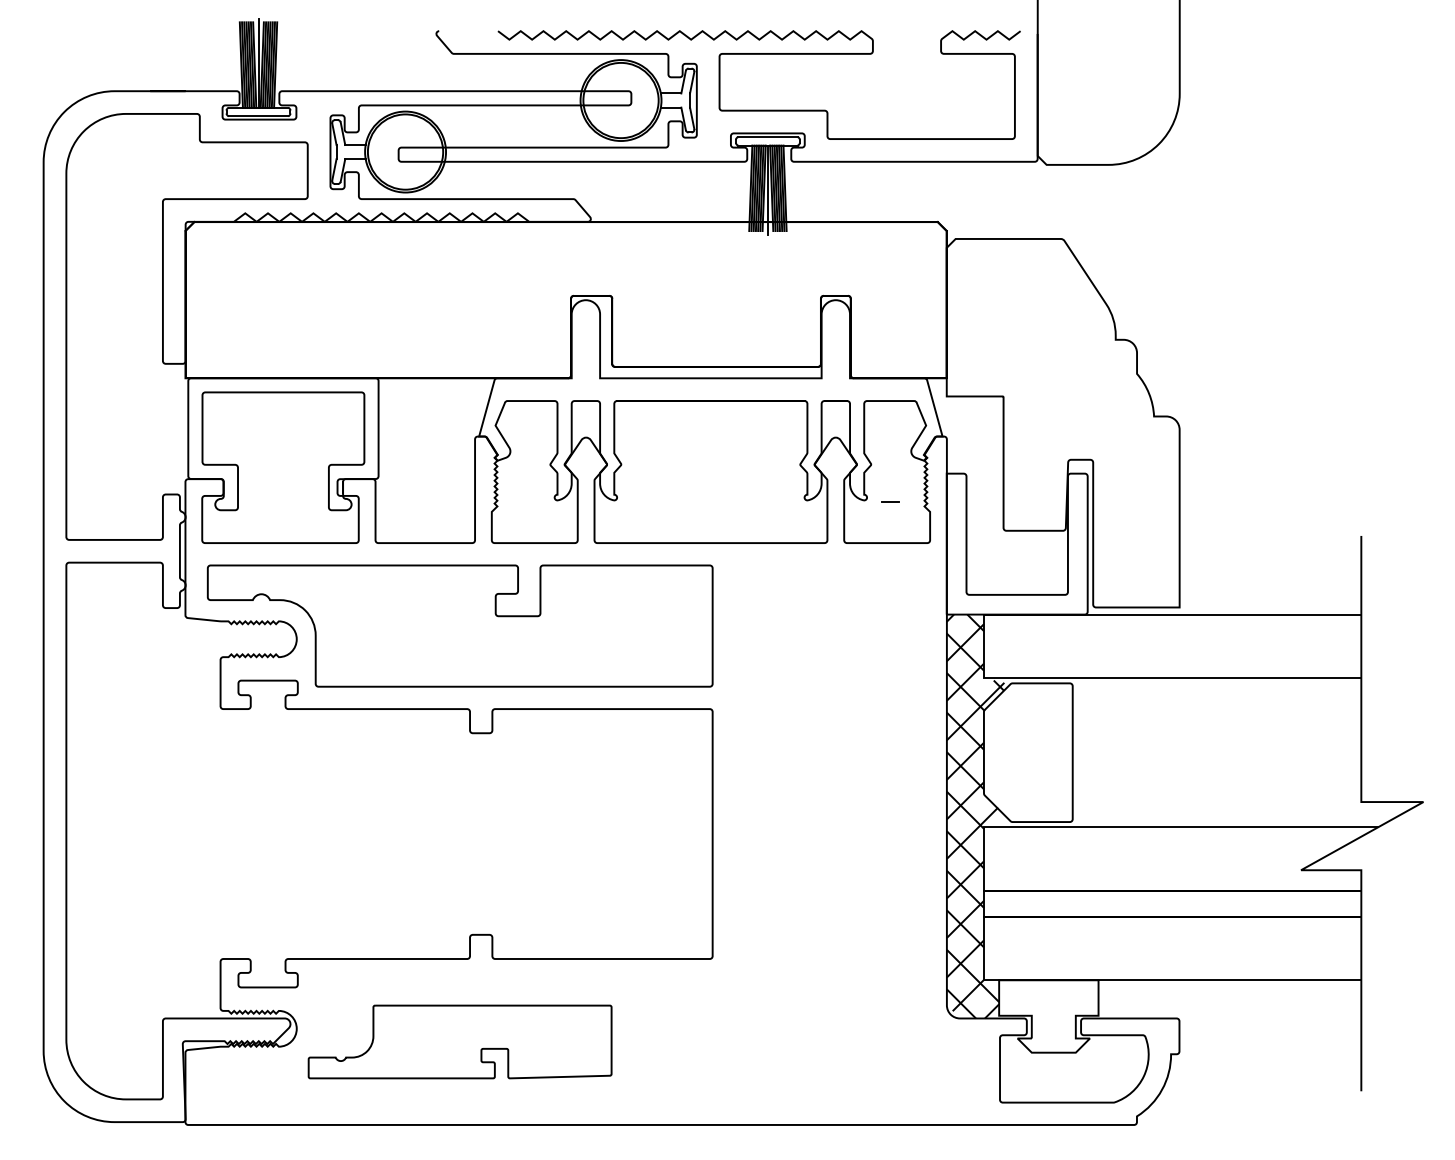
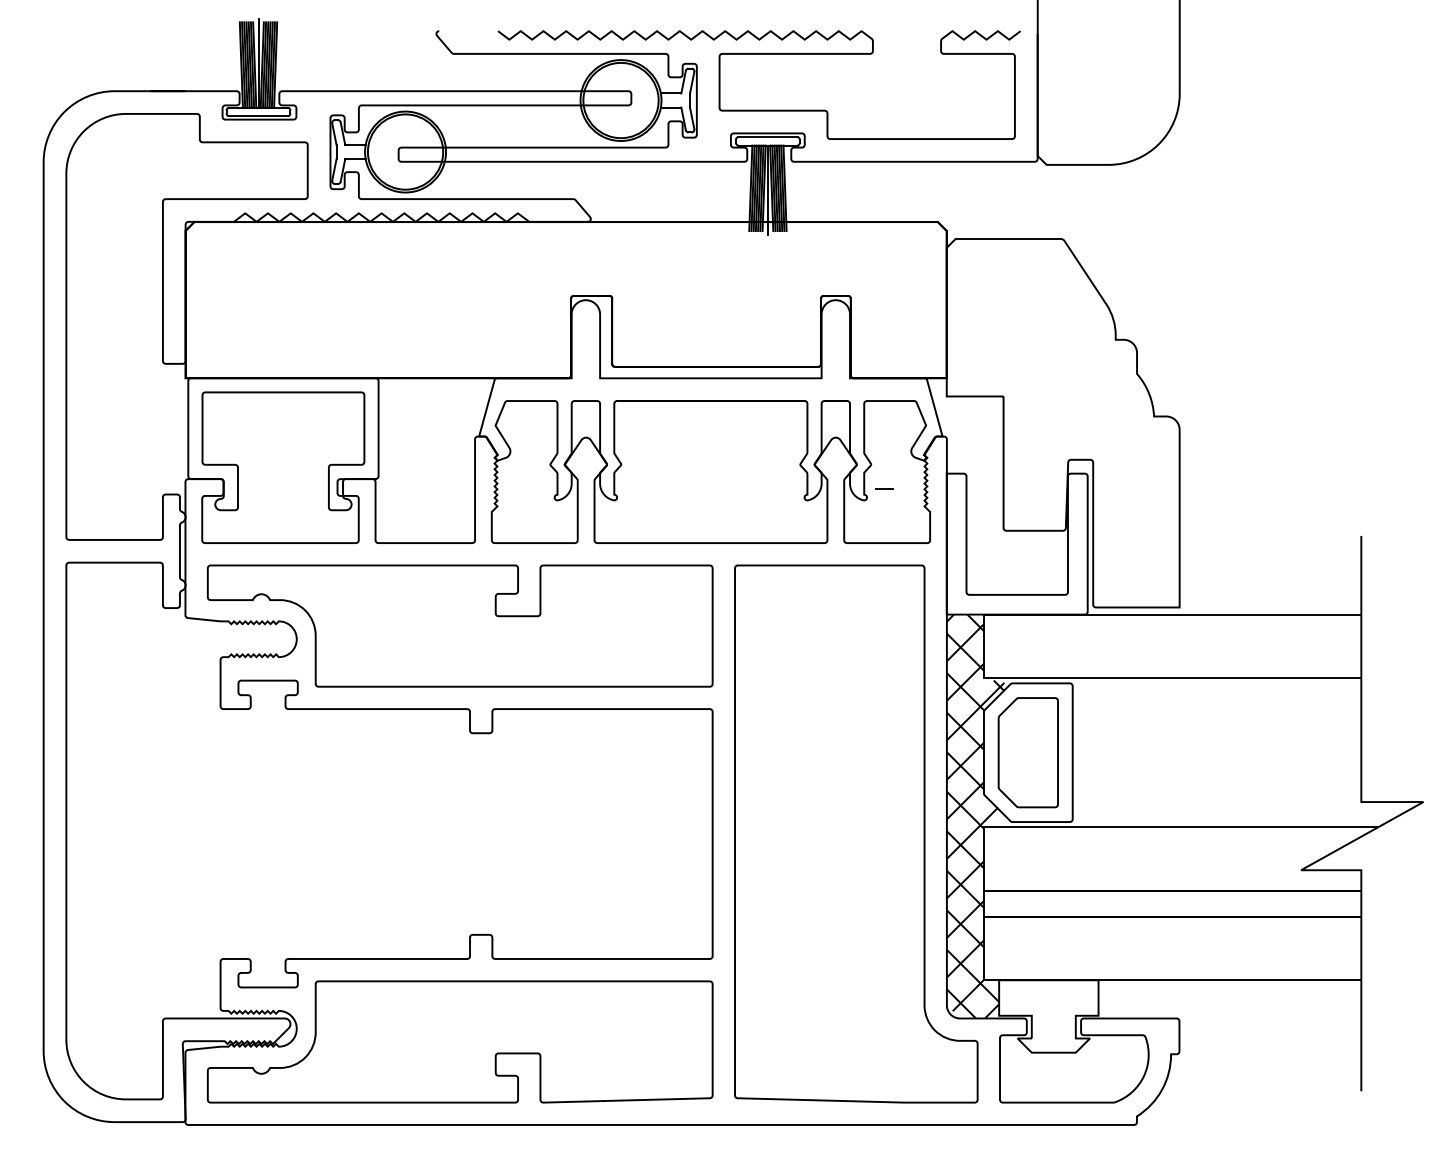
line at (890, 501) position: (890, 501) -> (884, 488)
part at (1027, 752): none -> present
part at (856, 833): none -> present
part at (459, 1041) size: 306x76 px -> 508x124 px
